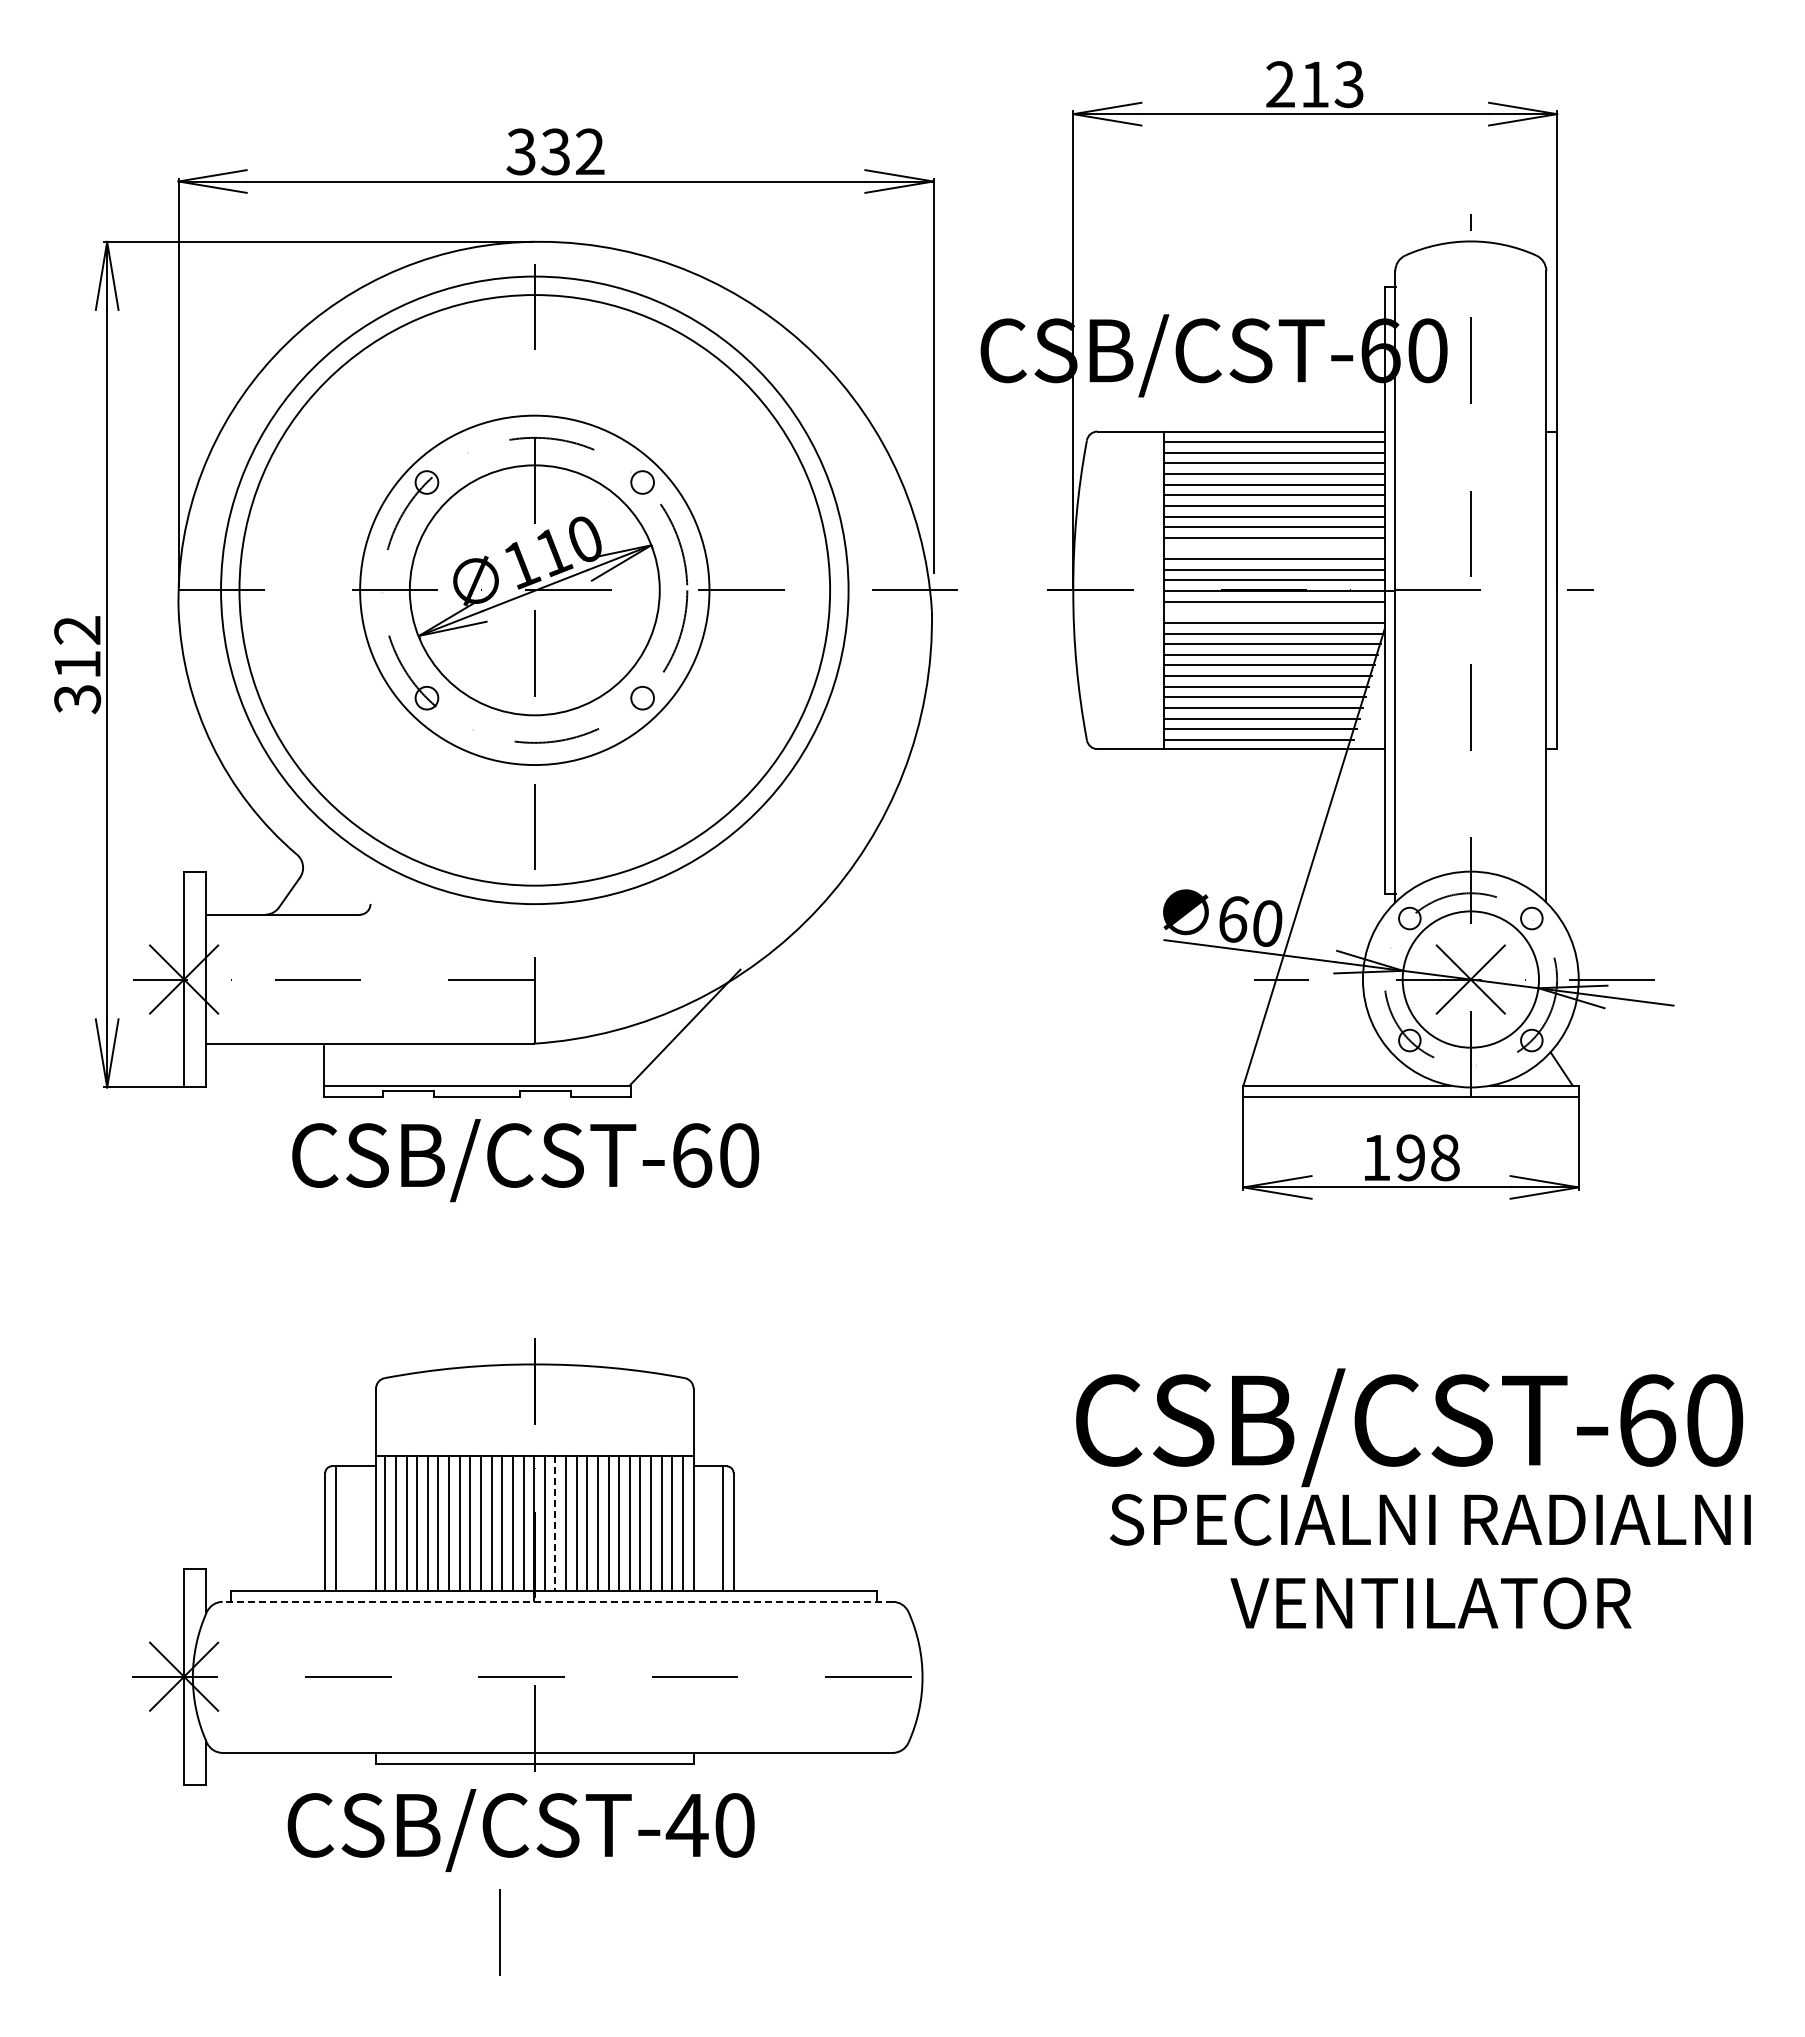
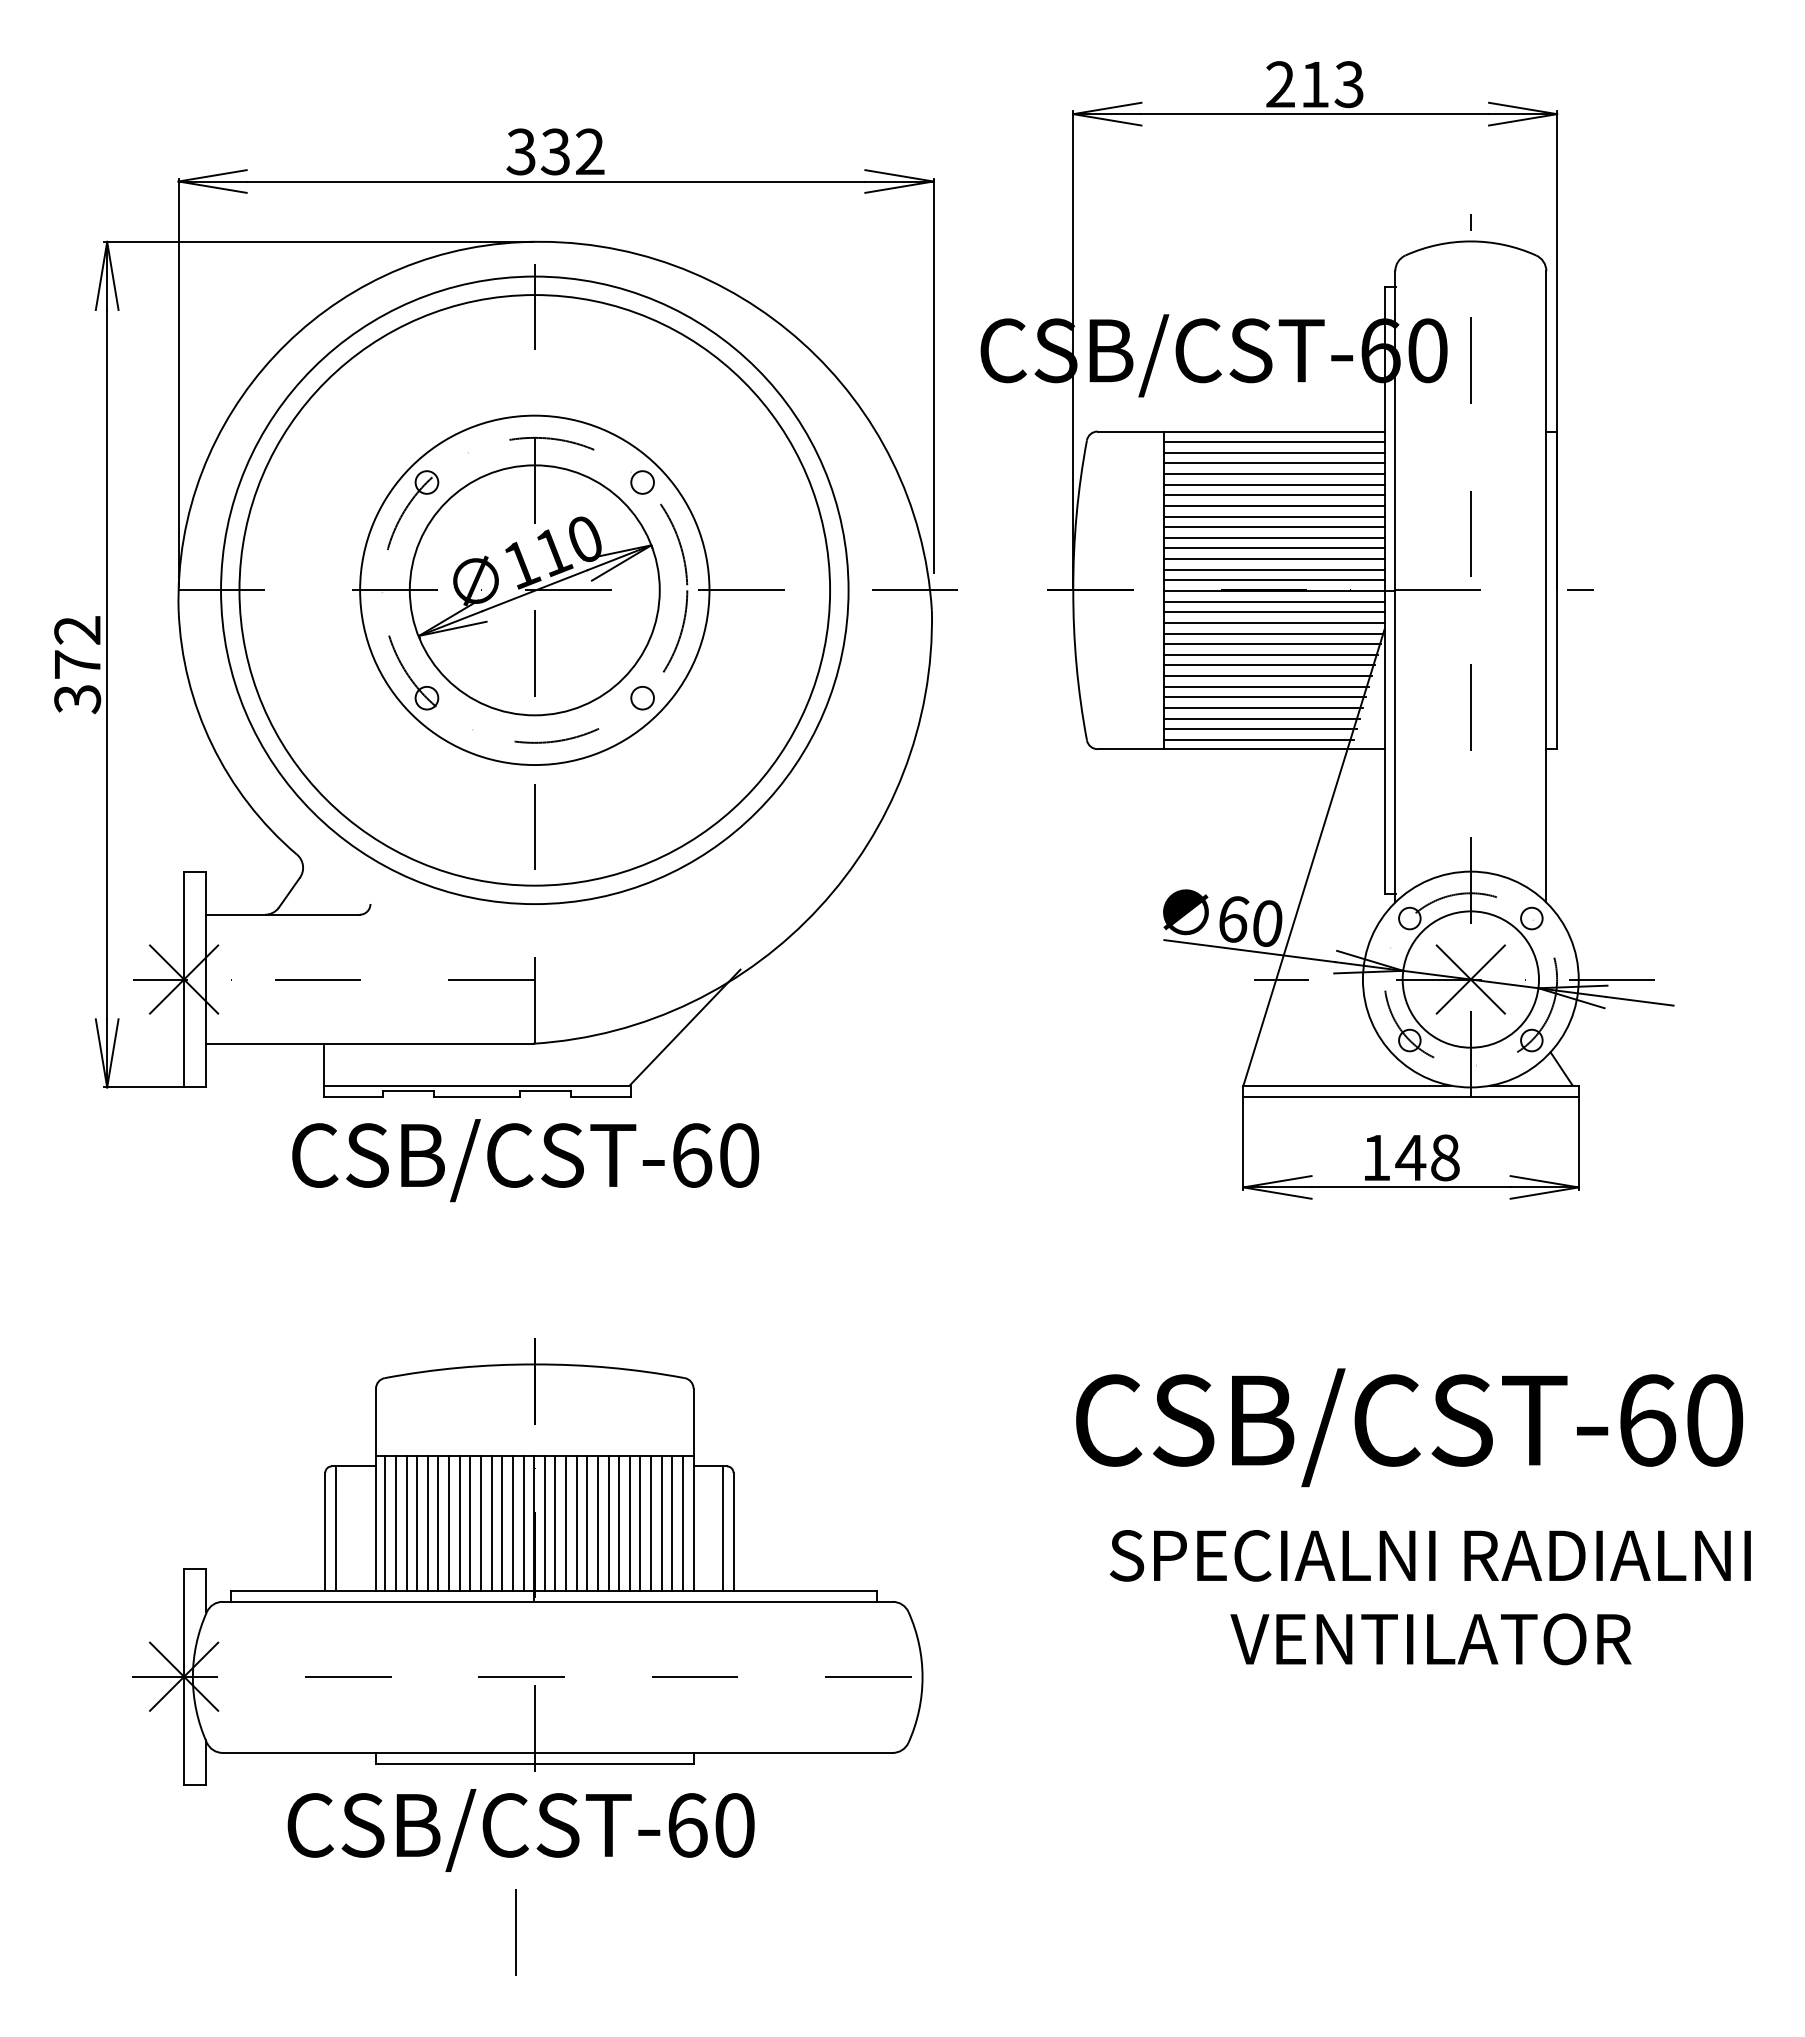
line at (1273, 548): none -> present
line at (1273, 612): none -> present
text at (77, 664): 312 -> 372
text at (1410, 1157): 198 -> 148
line at (555, 1523): dashed -> solid
text at (1429, 1561) position: (1429, 1561) -> (1429, 1597)
line at (557, 1601): dashed -> solid
text at (686, 1825): CSB/CST-40 -> CSB/CST-60
line at (499, 1932) position: (499, 1932) -> (515, 1932)
